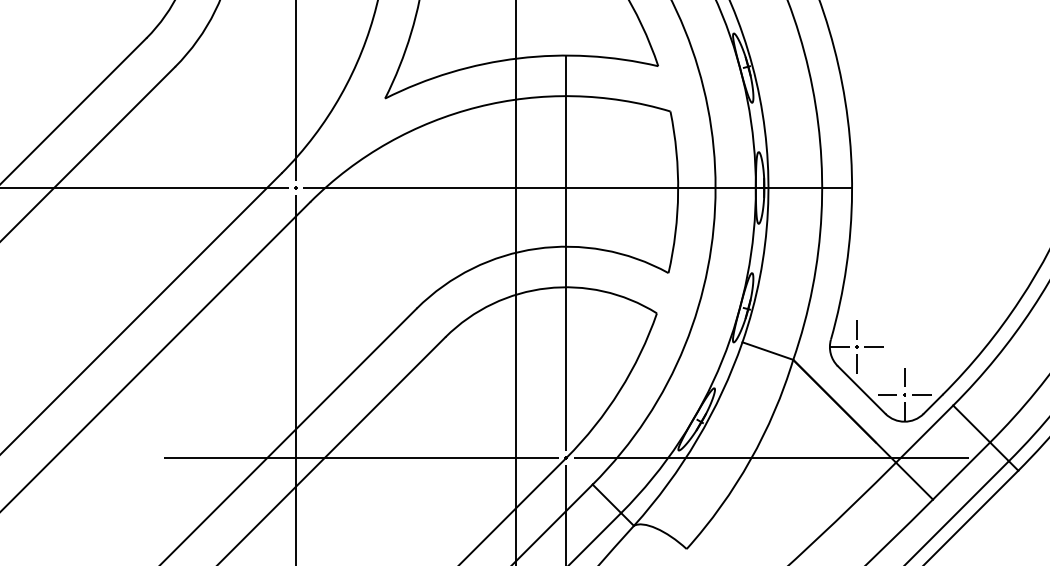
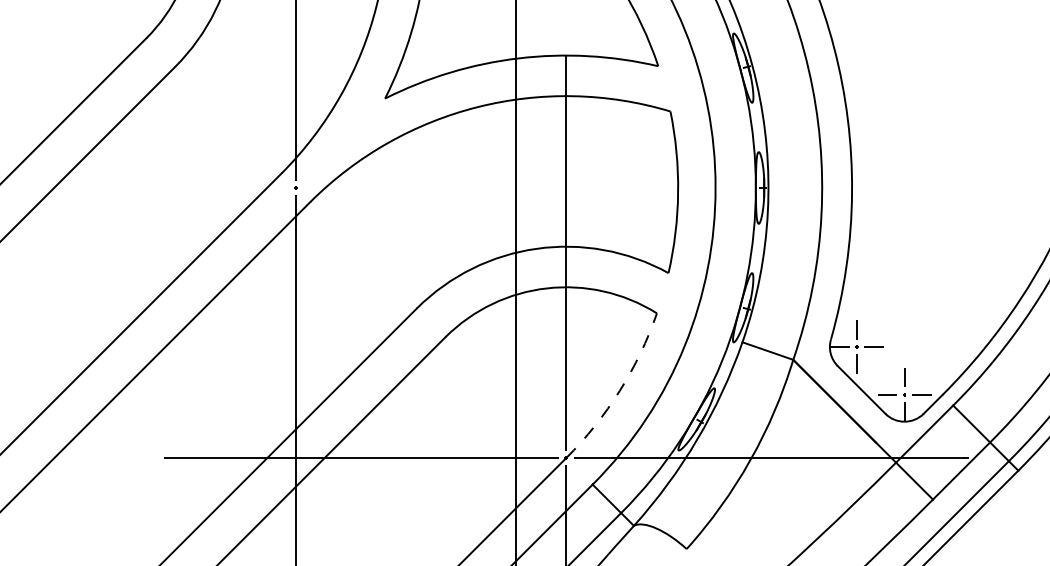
line at (145, 187): present -> none
line at (577, 187): present -> none
arc at (619, 390): solid -> dashed
